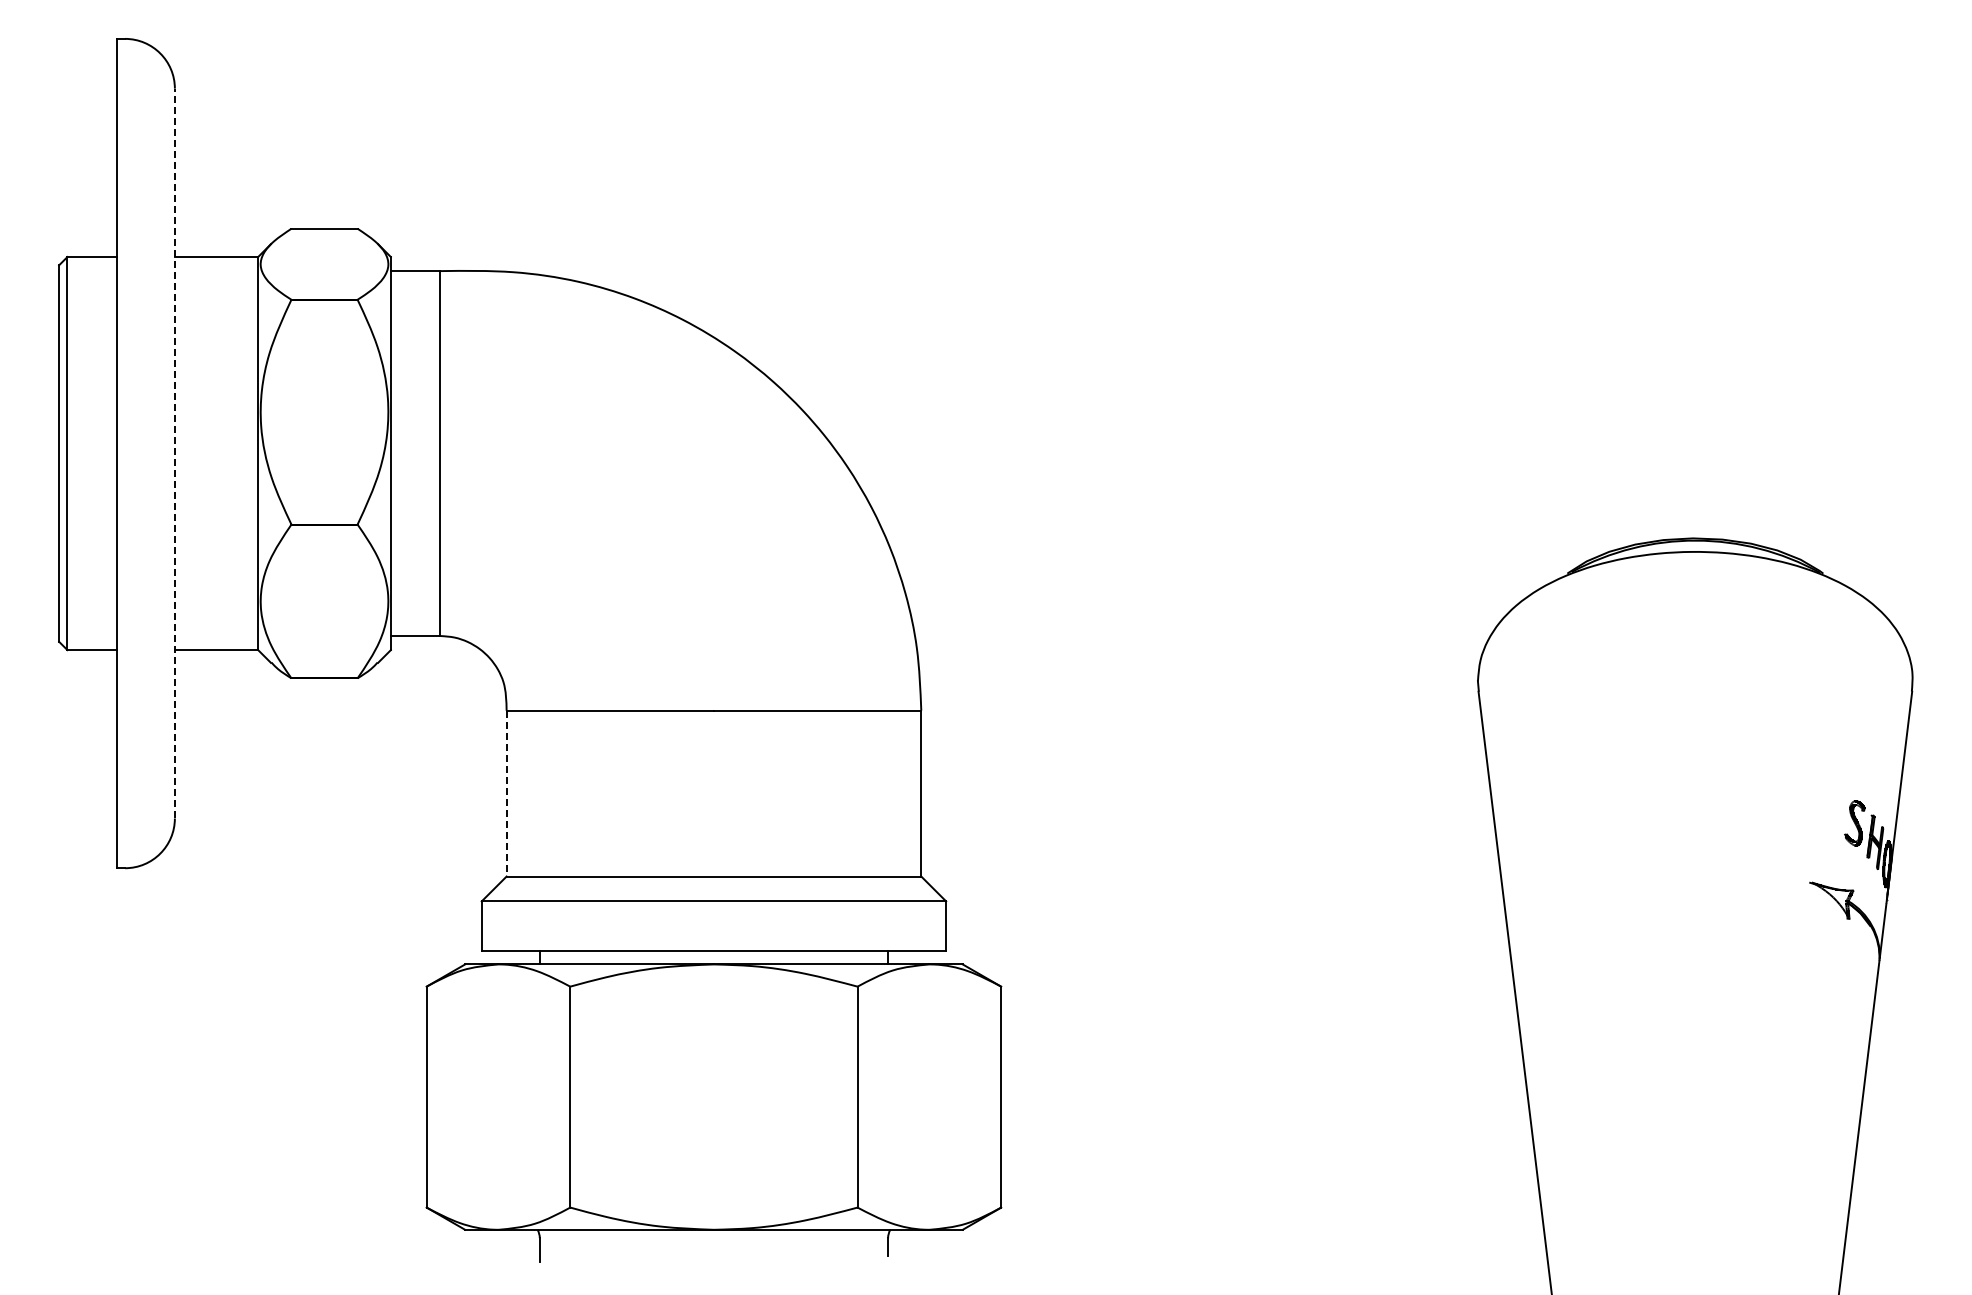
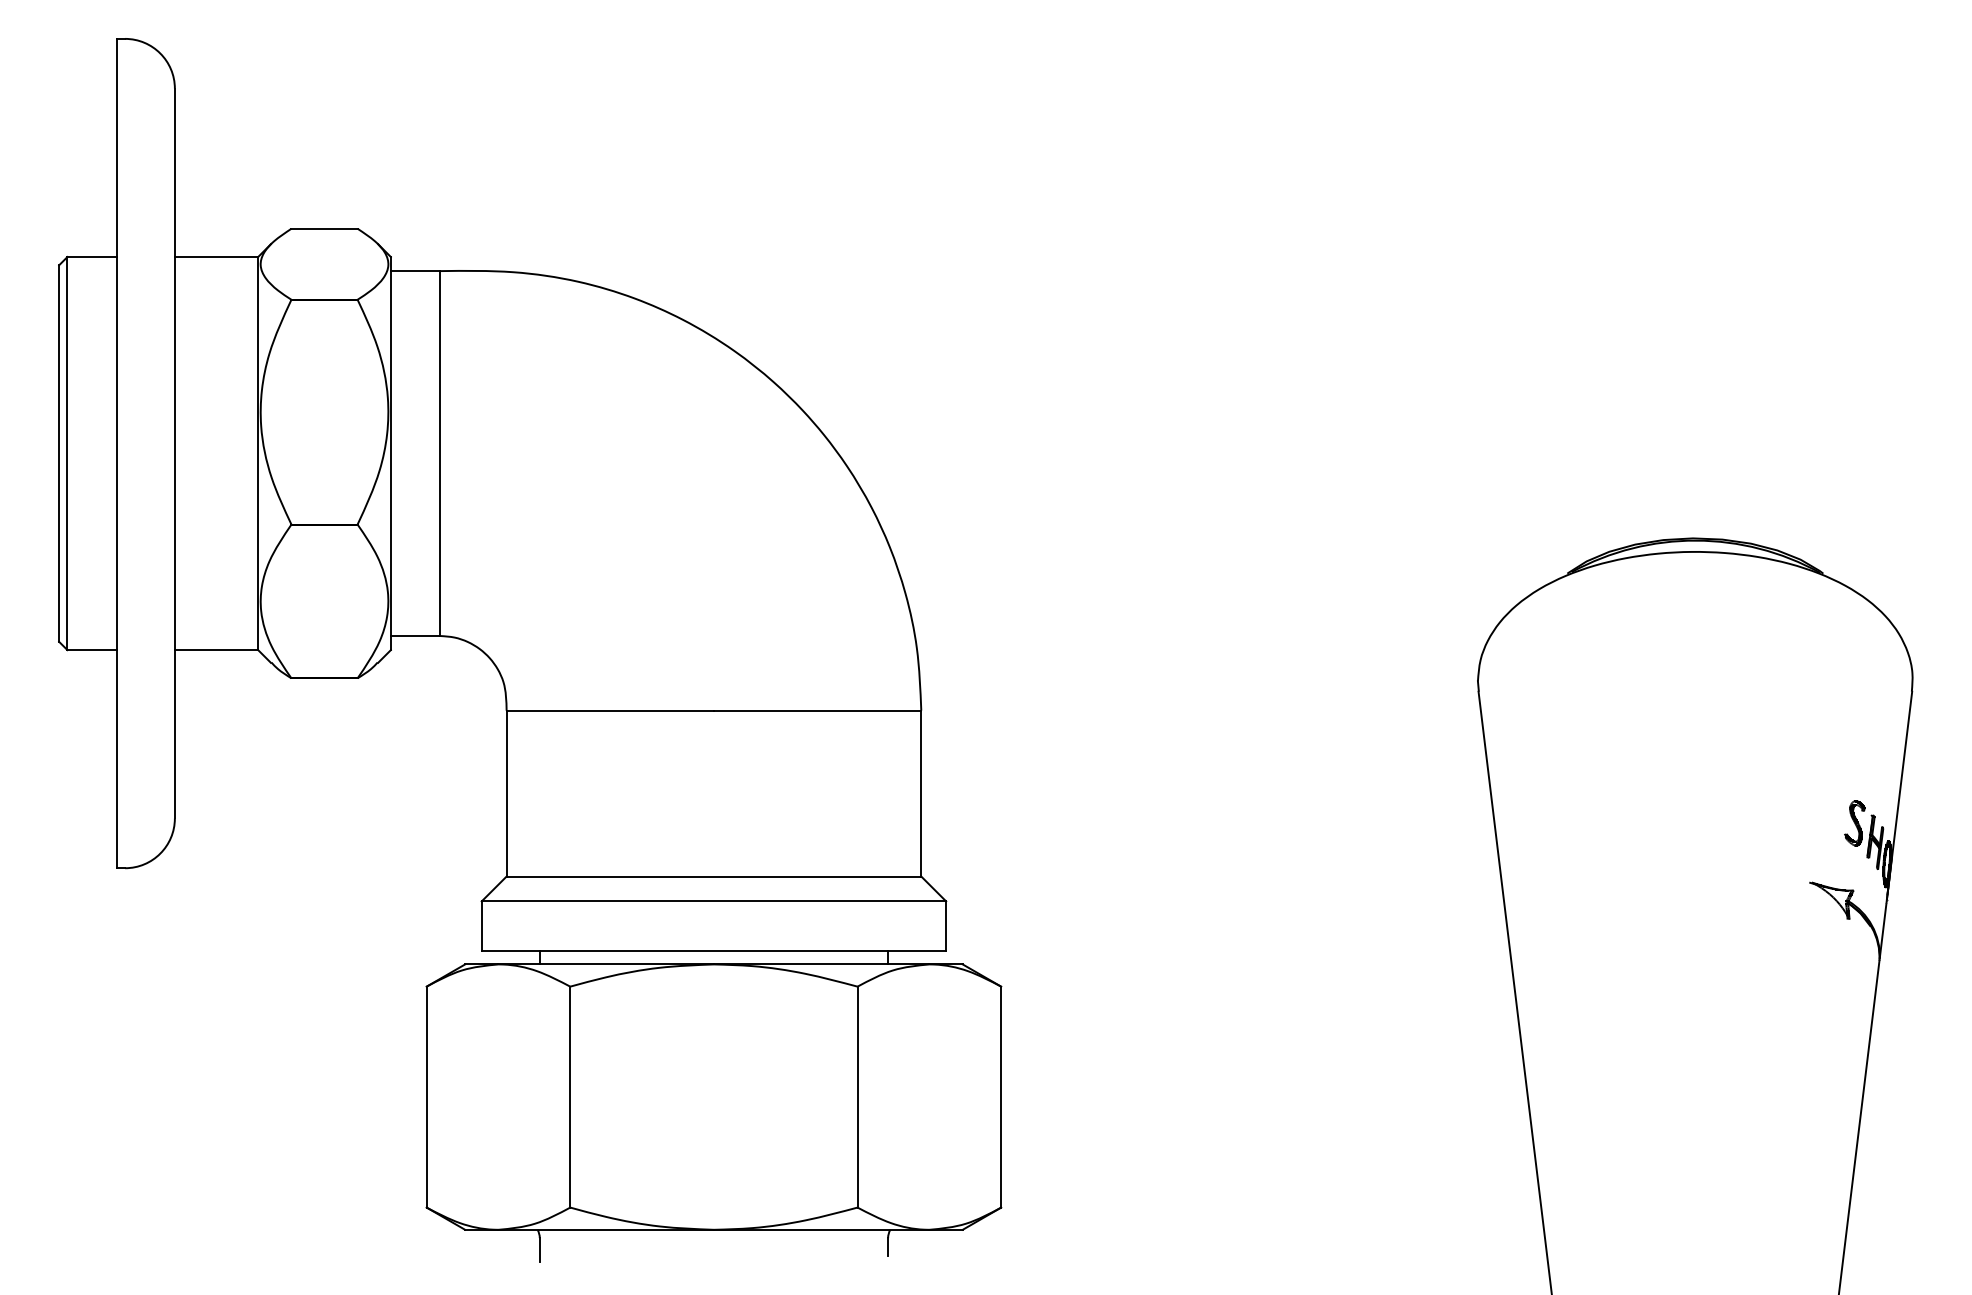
line at (174, 453): dashed -> solid
line at (506, 793): dashed -> solid
